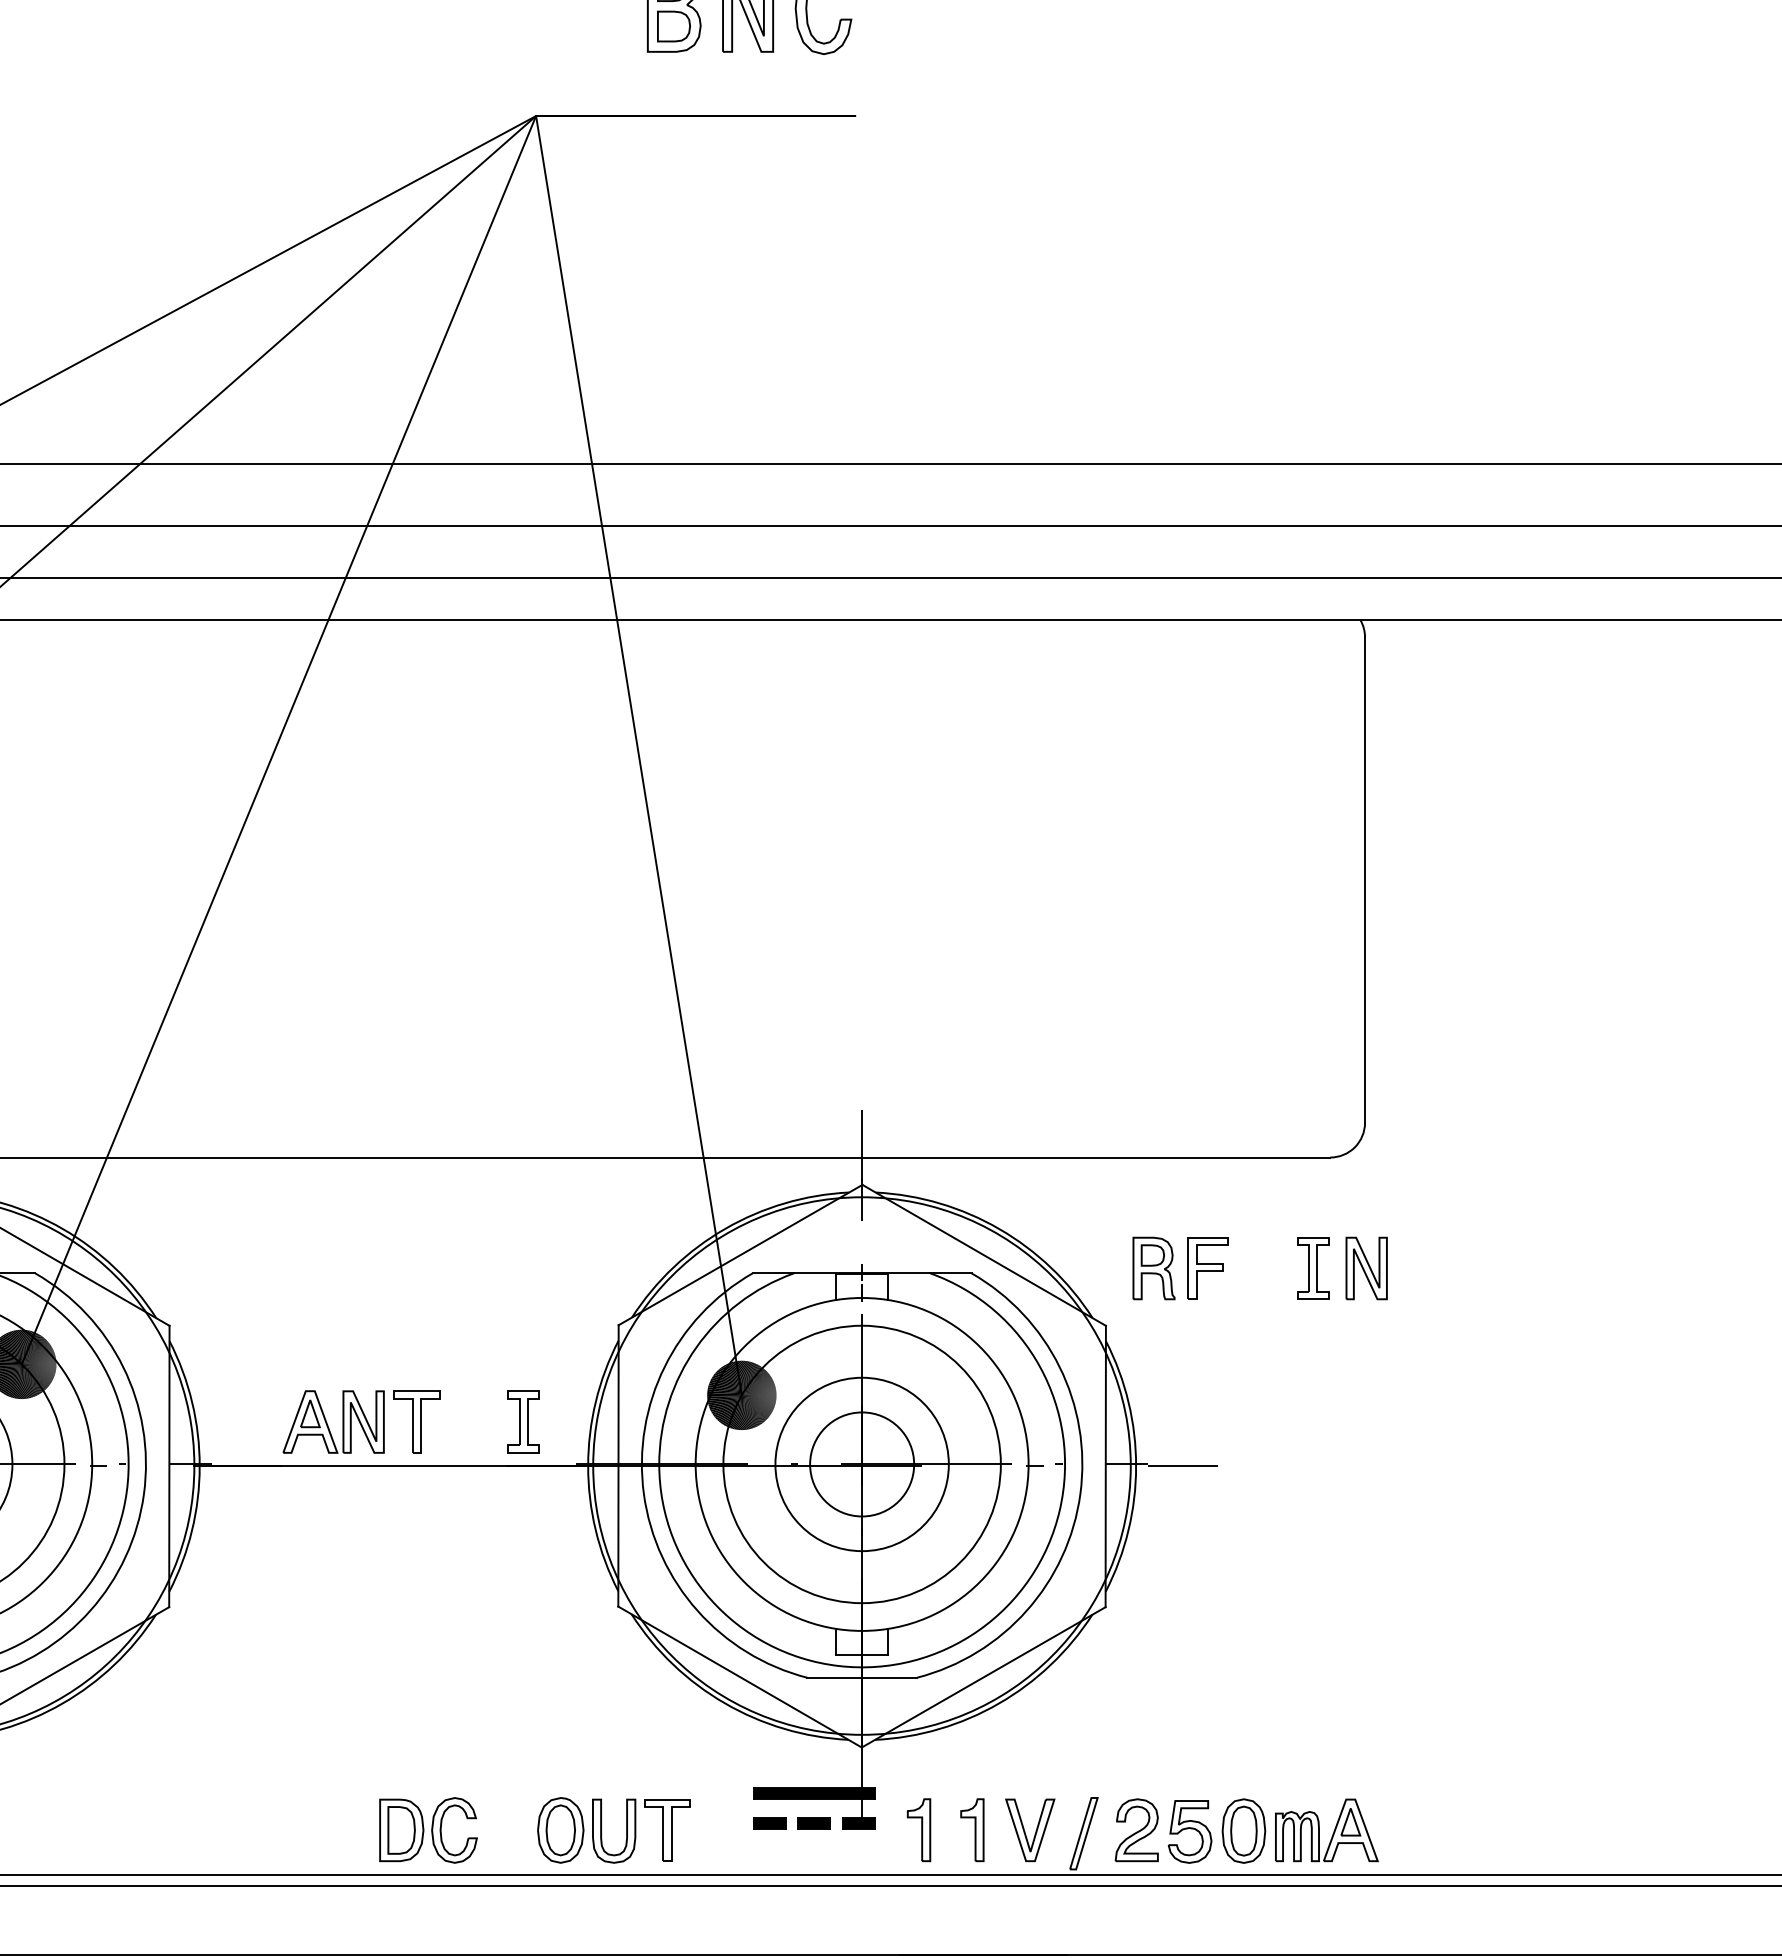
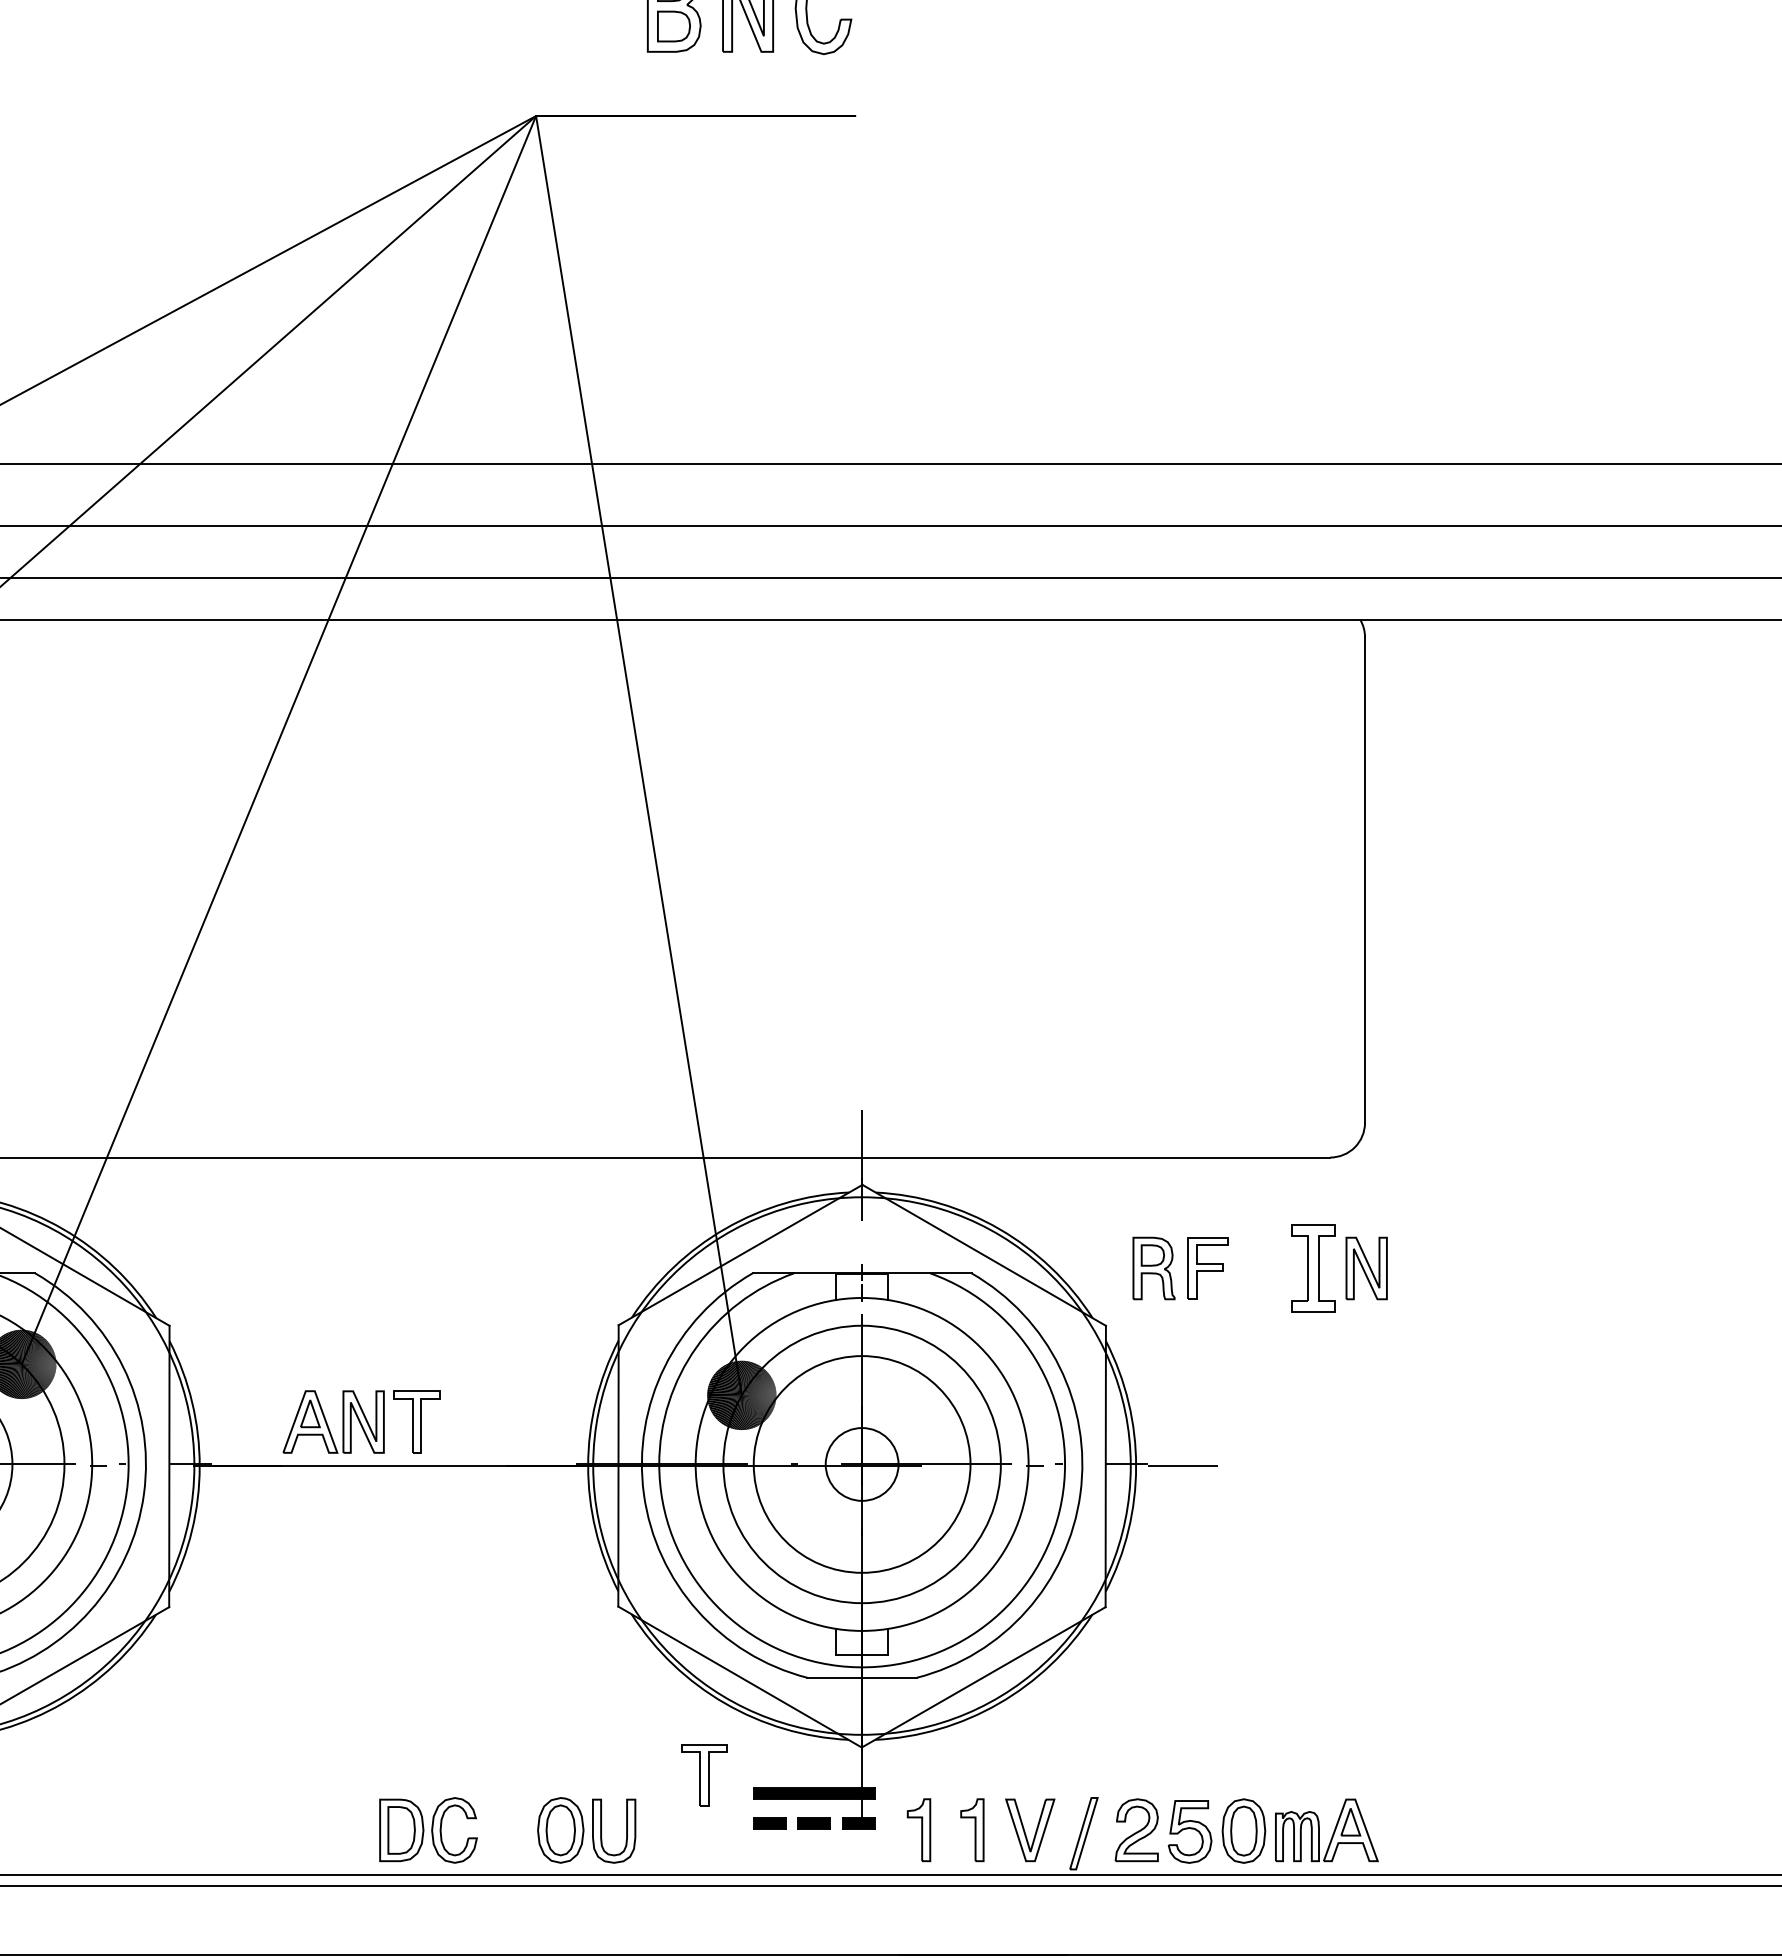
part at (1313, 1268) size: 33x63 px -> 45x89 px
part at (523, 1421): present -> none
circle at (861, 1464) diameter: 173 px -> 217 px
circle at (862, 1464) diameter: 104 px -> 73 px
part at (667, 1830) position: (667, 1830) -> (704, 1775)
